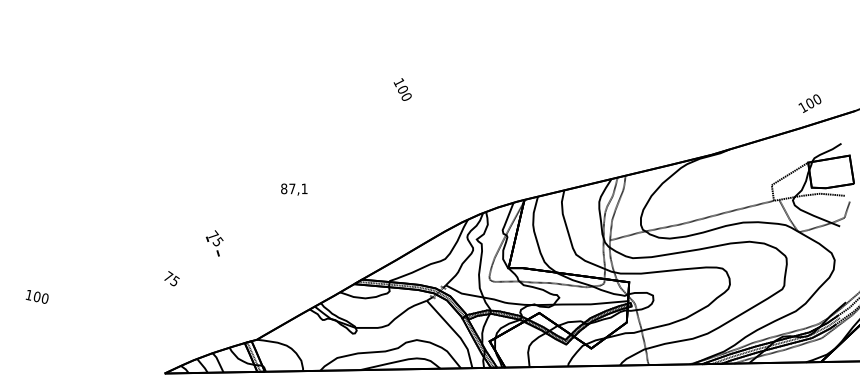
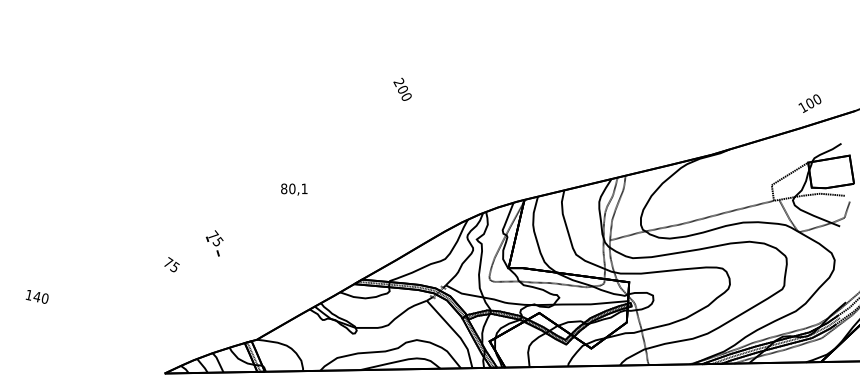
text at (398, 80): 100 -> 200
text at (292, 188): 87,1 -> 80,1
text at (171, 278) position: (171, 278) -> (171, 264)
text at (36, 296): 100 -> 140
